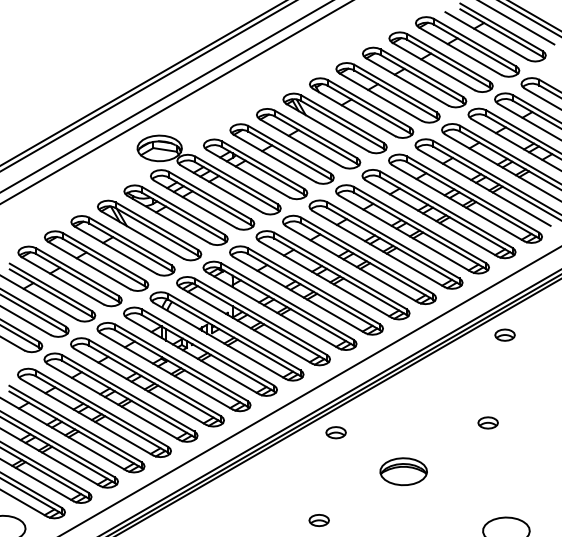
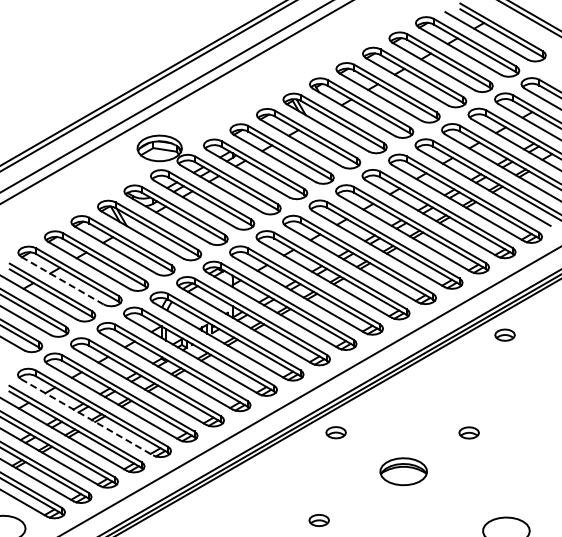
line at (517, 23): present -> none
line at (62, 280): solid -> dashed
line at (87, 417): solid -> dashed
part at (487, 422) position: (487, 422) -> (468, 432)
